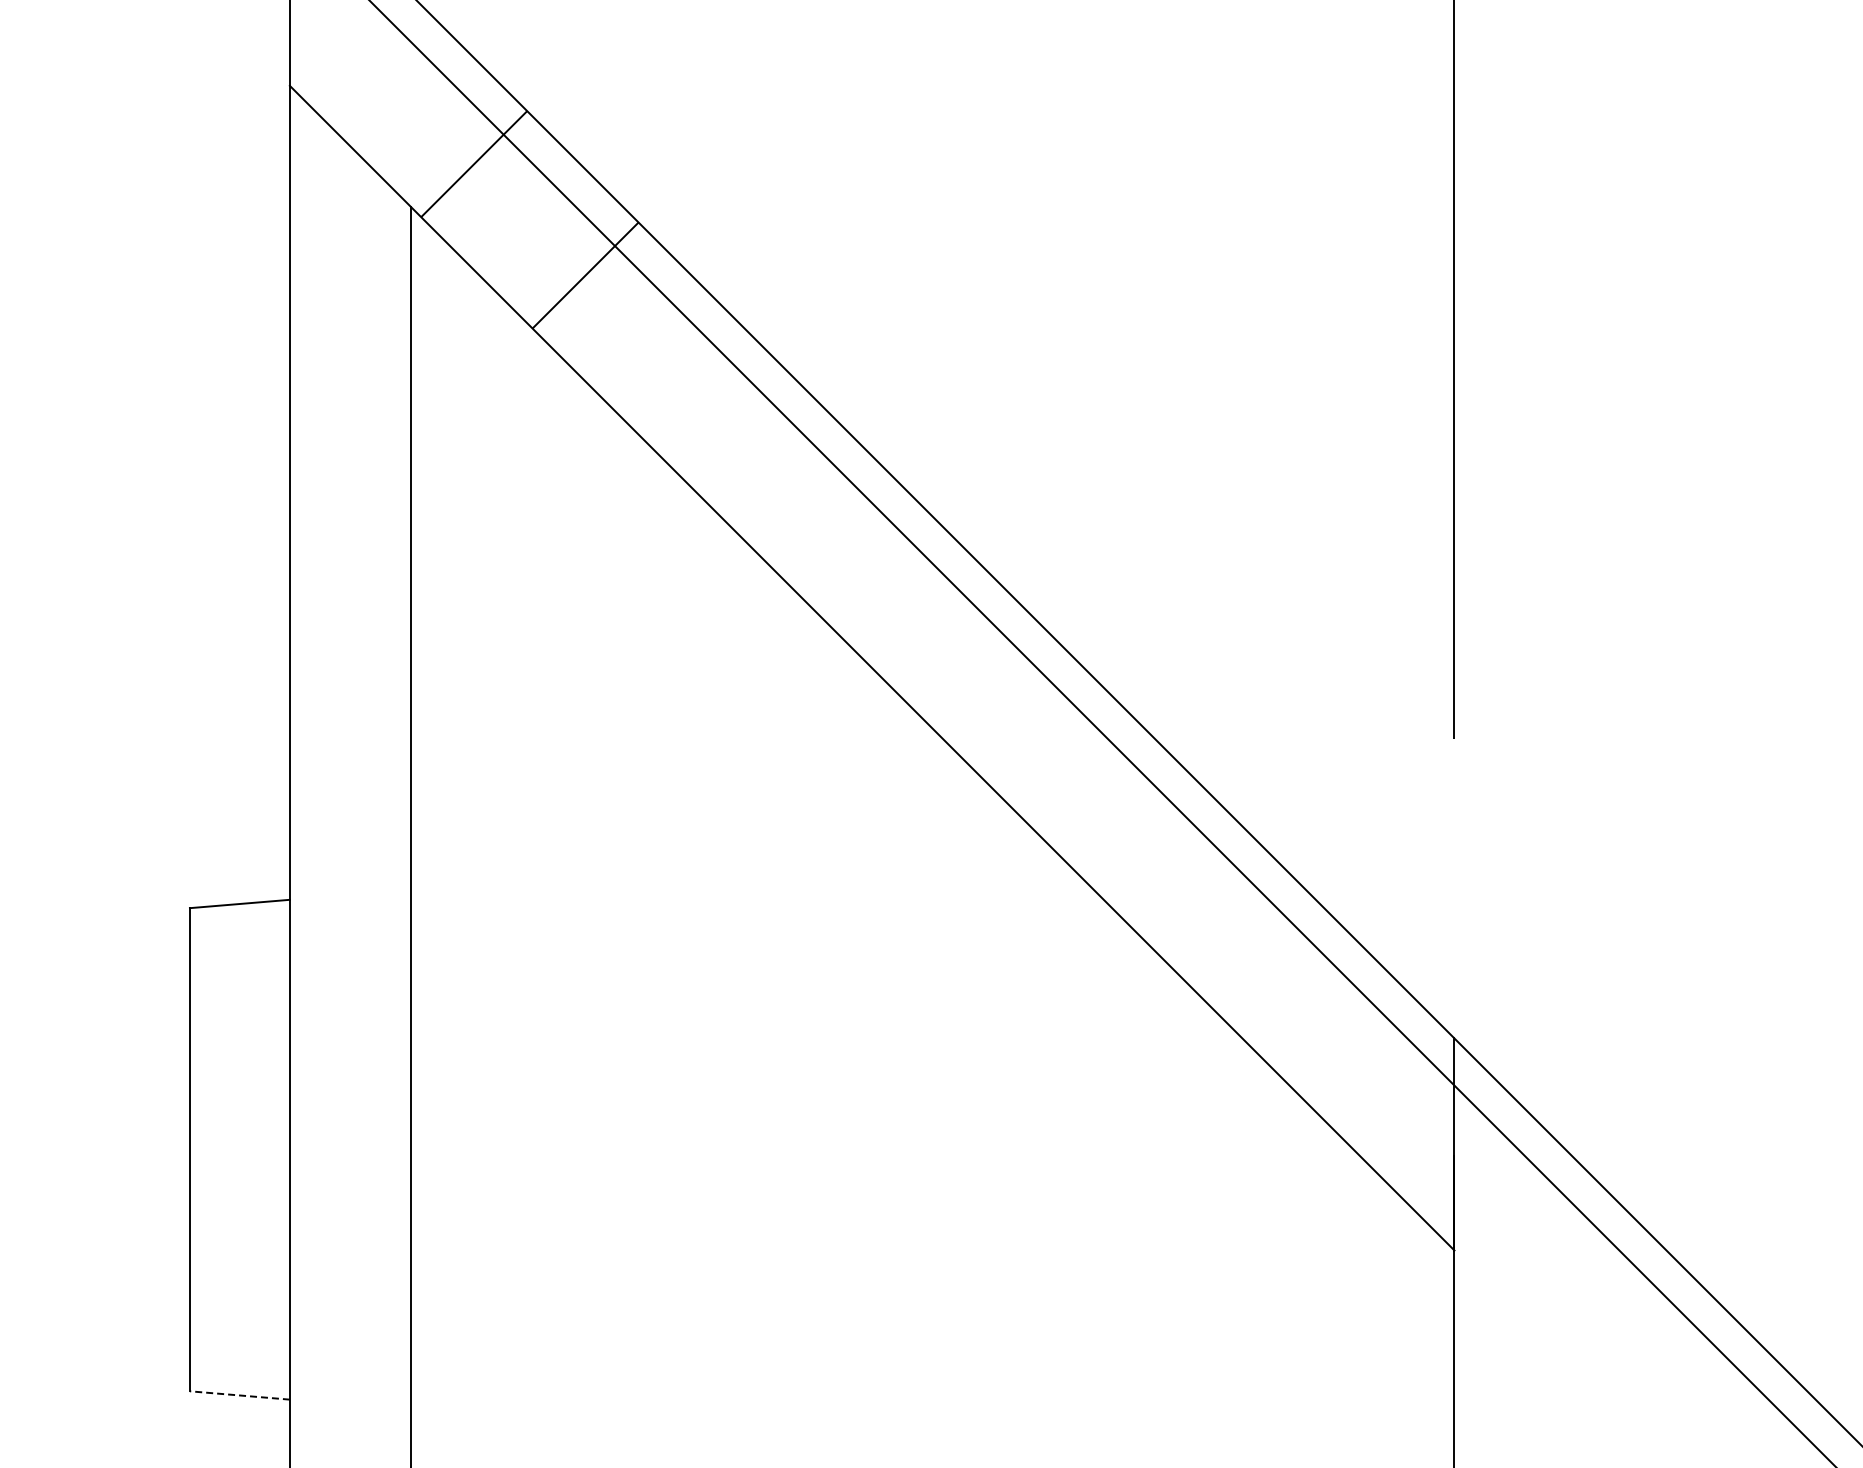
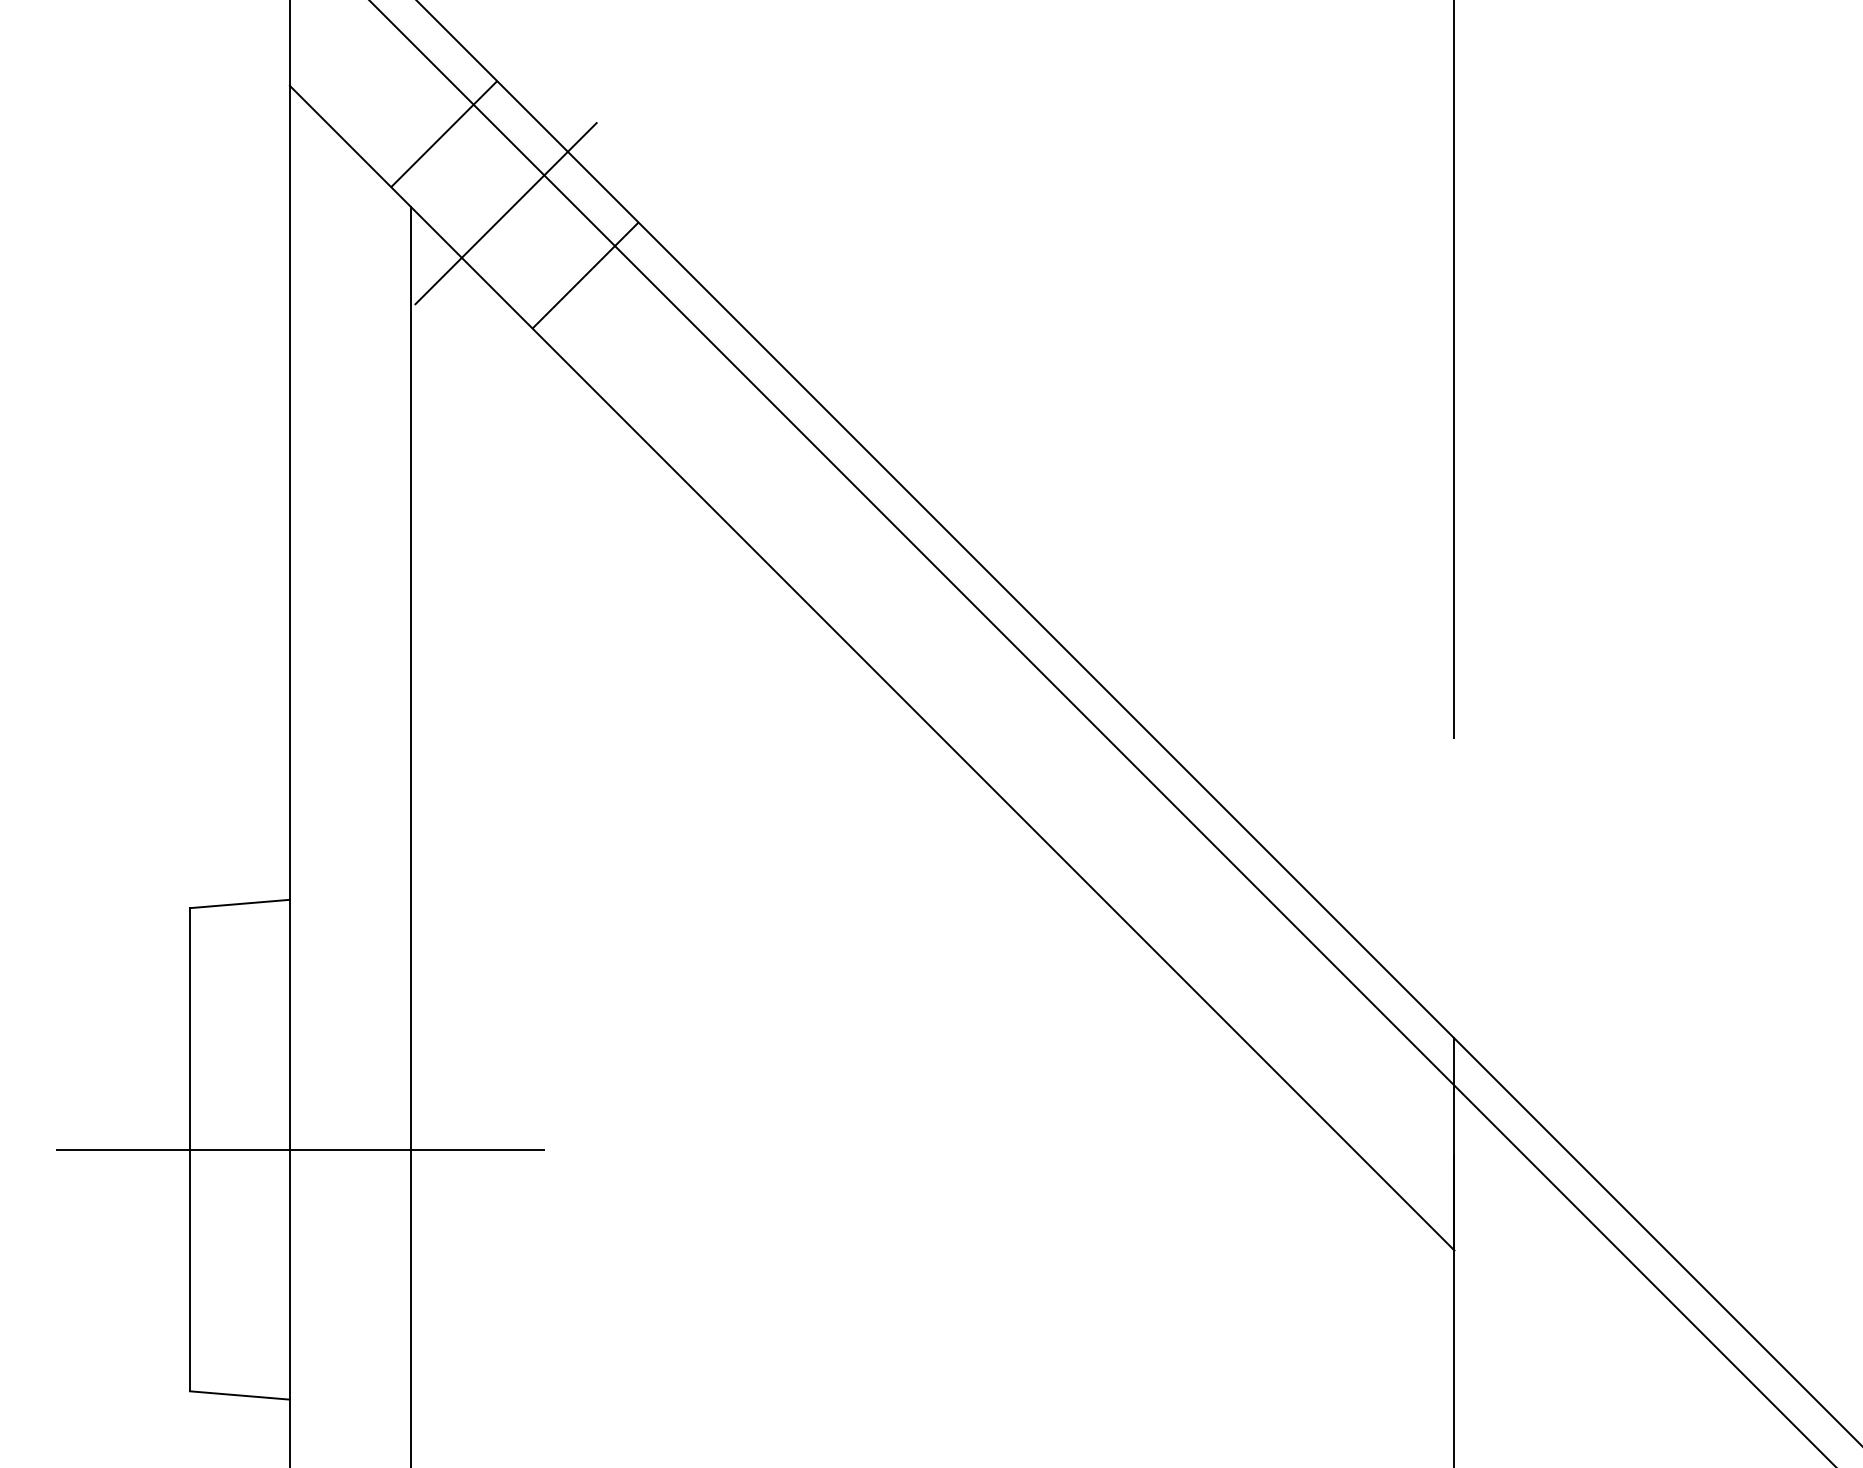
line at (474, 164) position: (474, 164) -> (444, 134)
line at (505, 213): none -> present
line at (300, 1149): none -> present
line at (239, 1395): dashed -> solid
